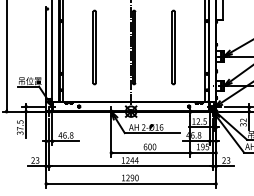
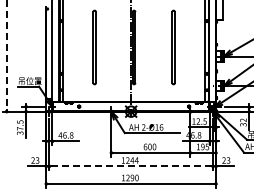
line at (6, 55): solid -> dashed
line at (131, 166): solid -> dashed
